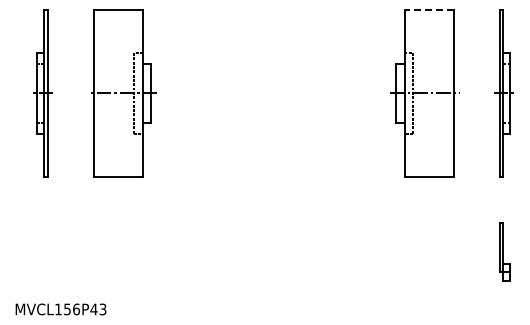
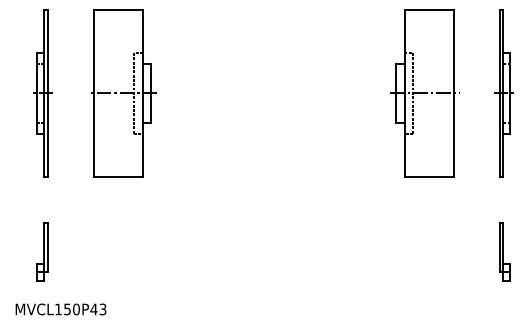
line at (429, 9): dashed -> solid
part at (42, 251): none -> present
text at (76, 308): MVCL156P43 -> MVCL150P43
